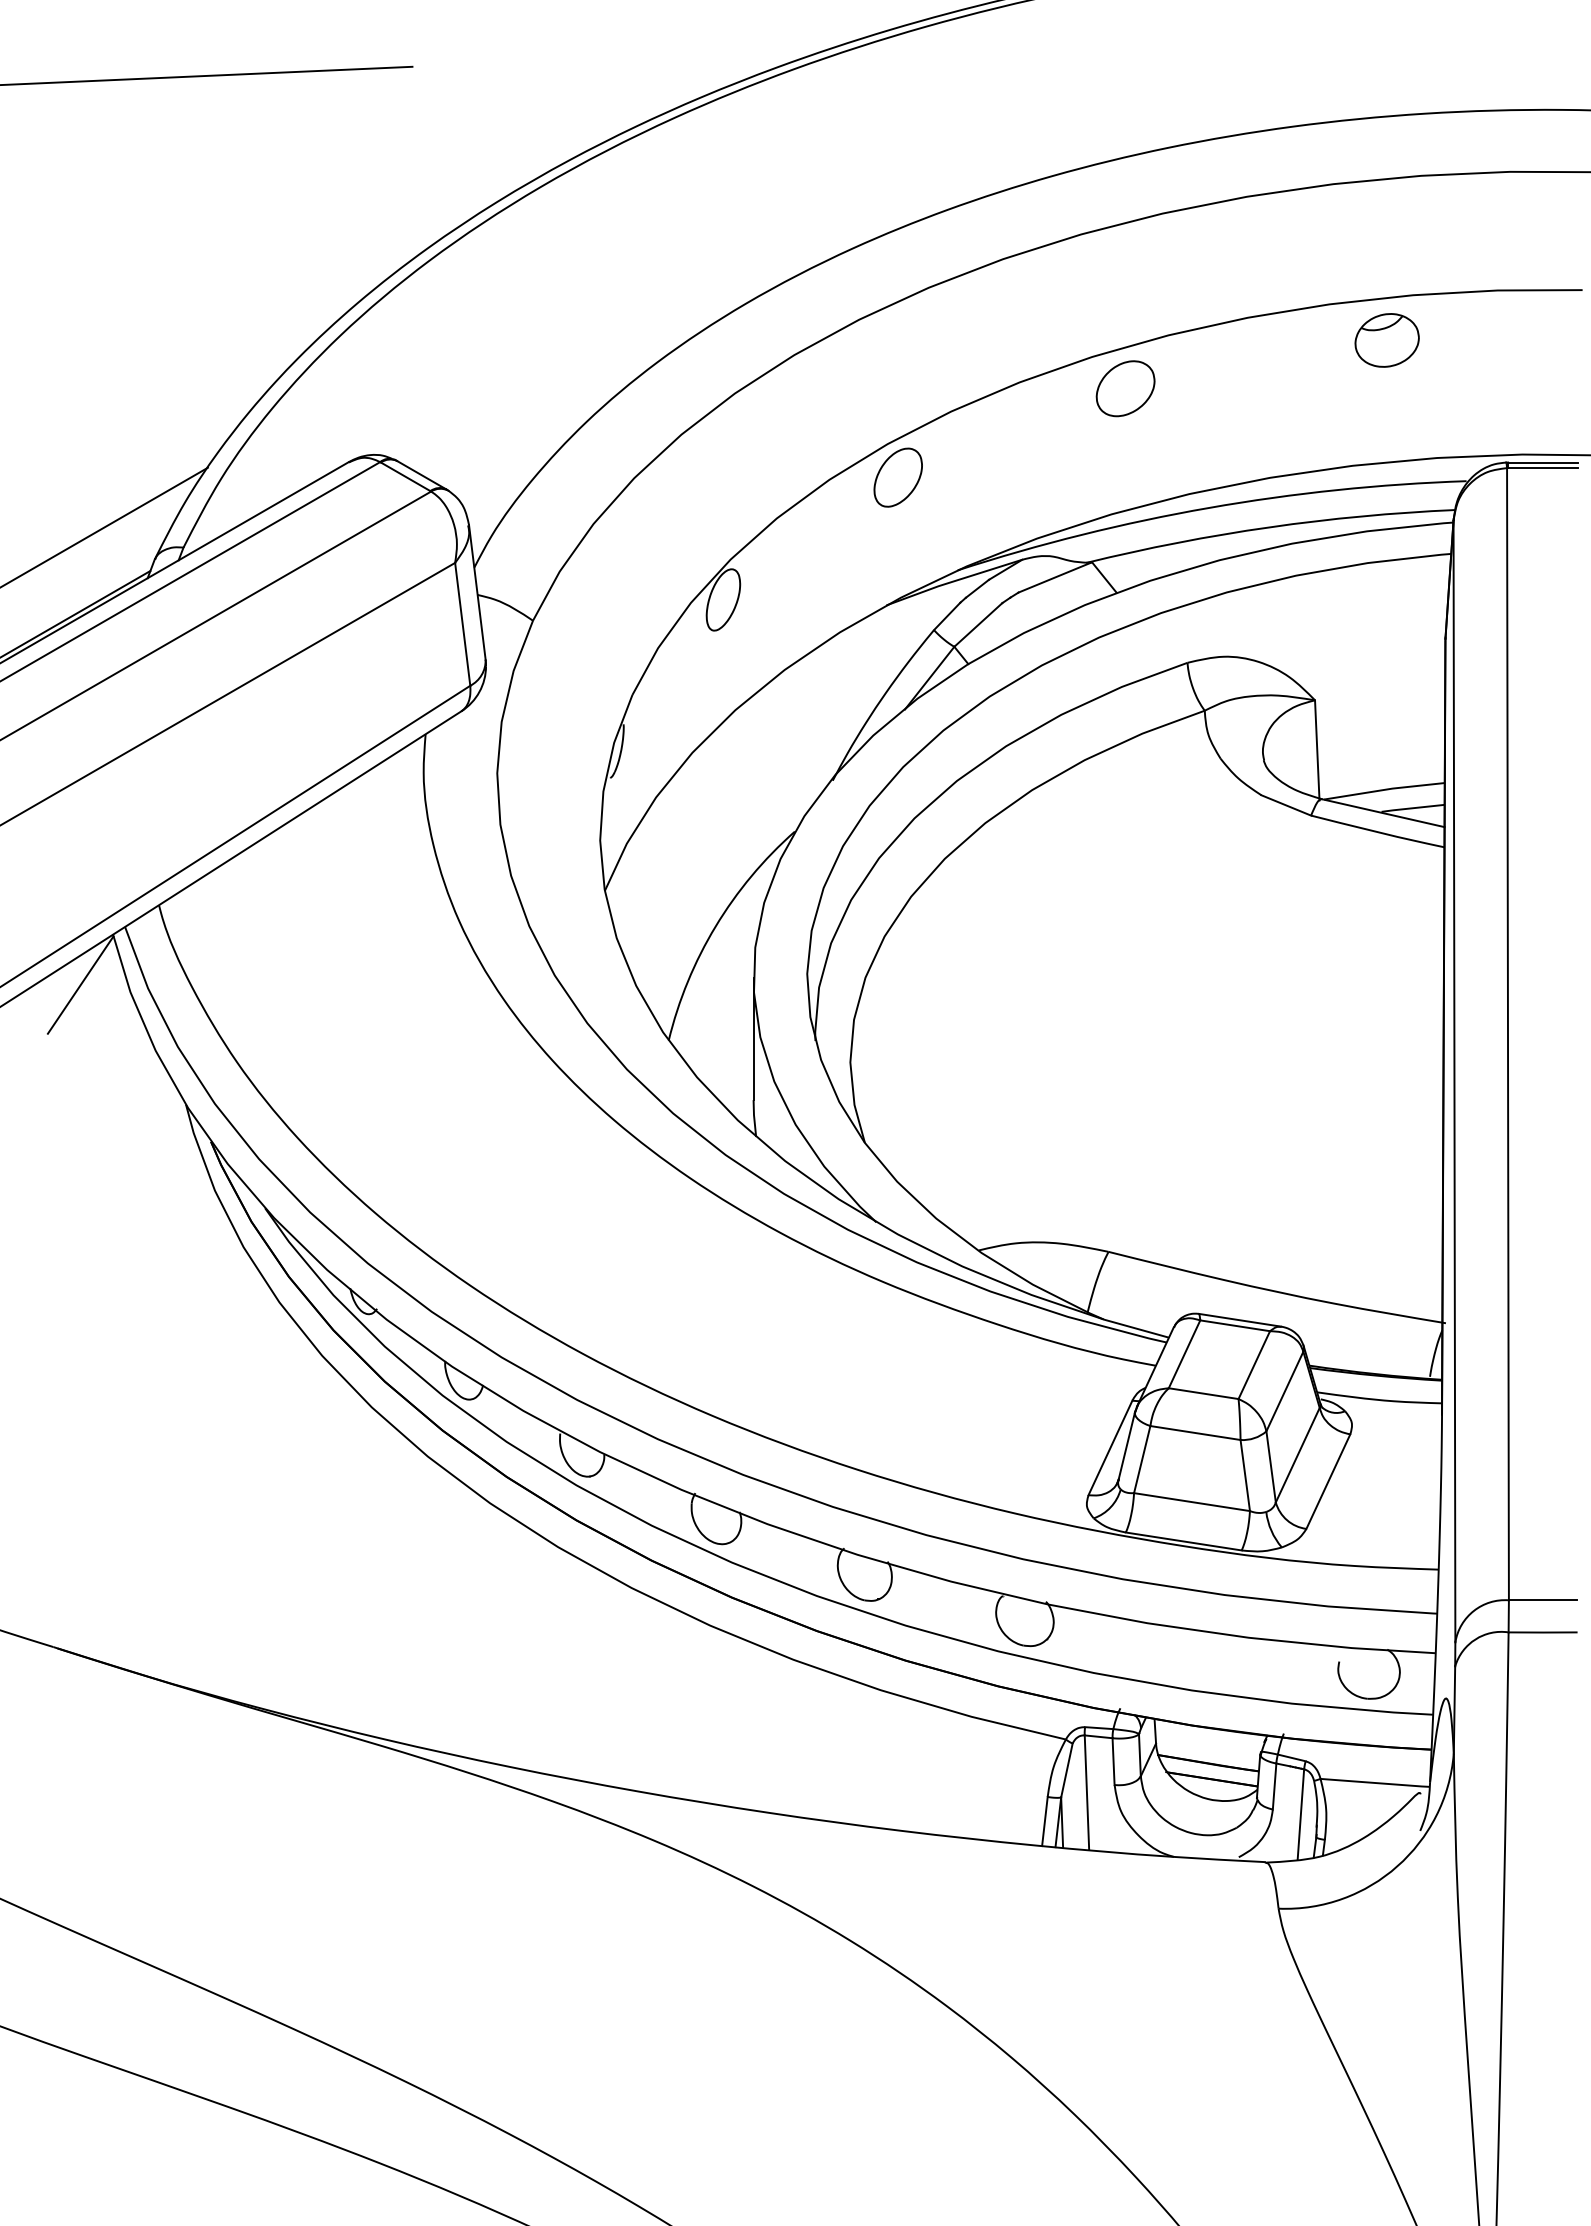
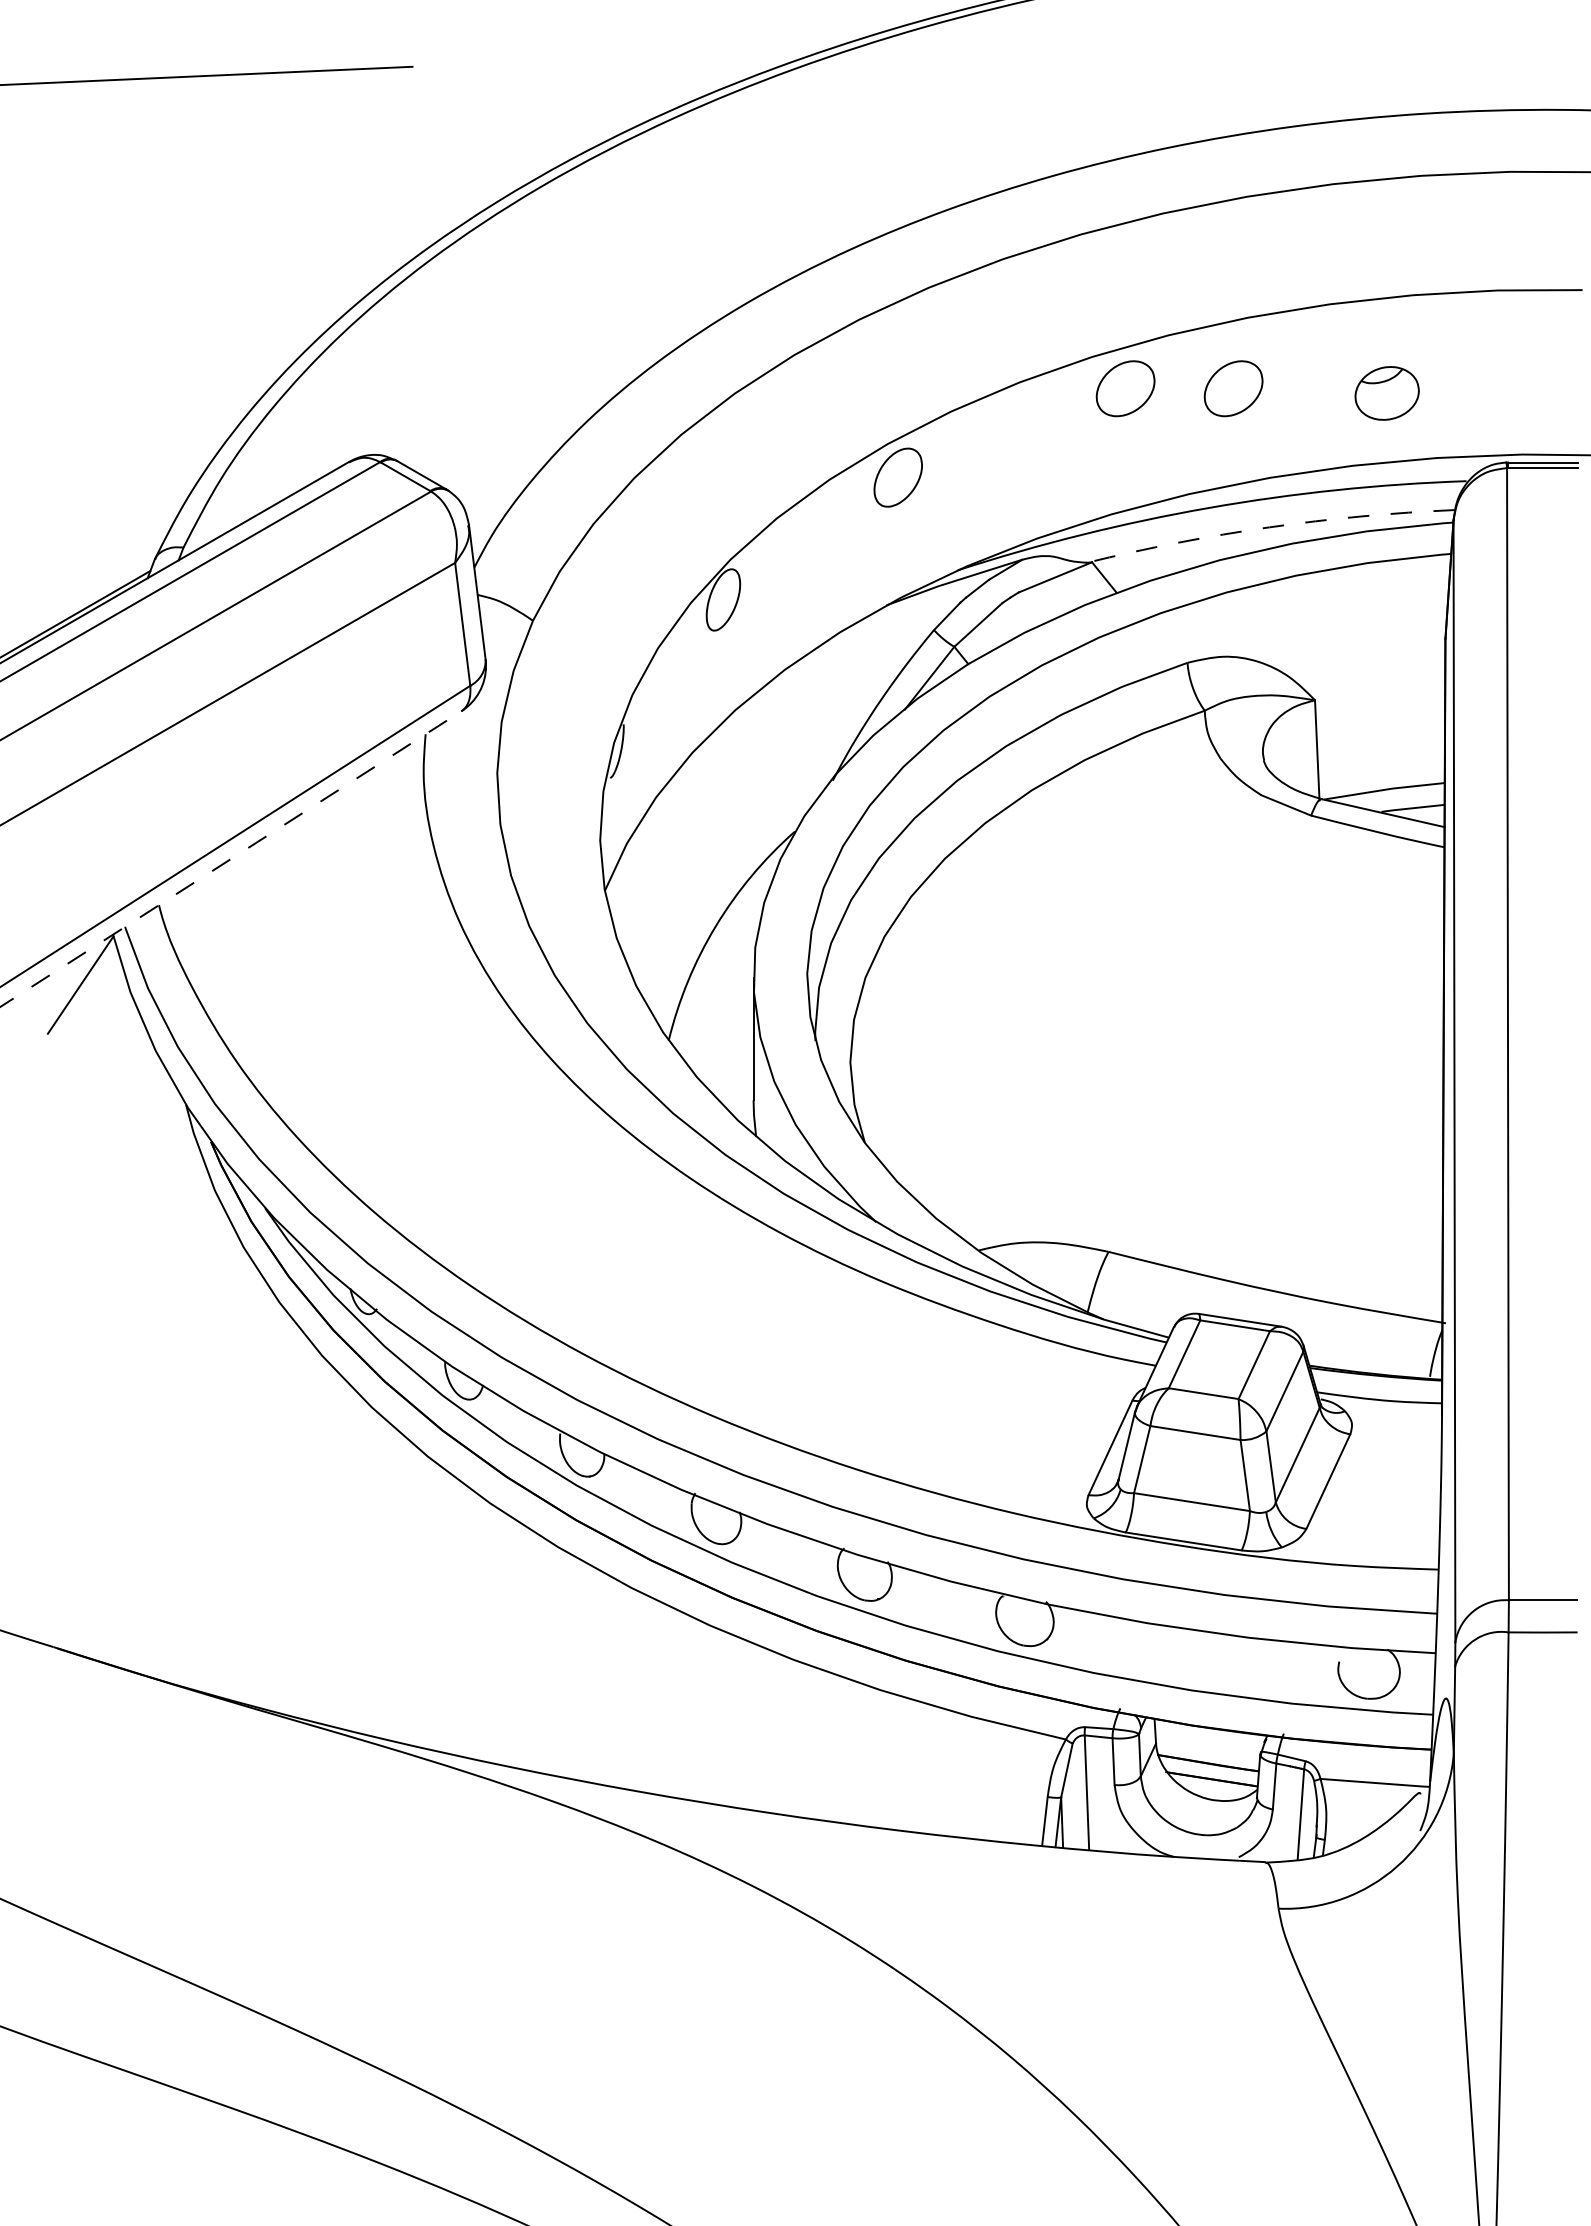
part at (1386, 340) position: (1386, 340) -> (1386, 393)
part at (1233, 388): none -> present
line at (104, 526): present -> none
arc at (1269, 527): solid -> dashed
line at (231, 859): solid -> dashed
